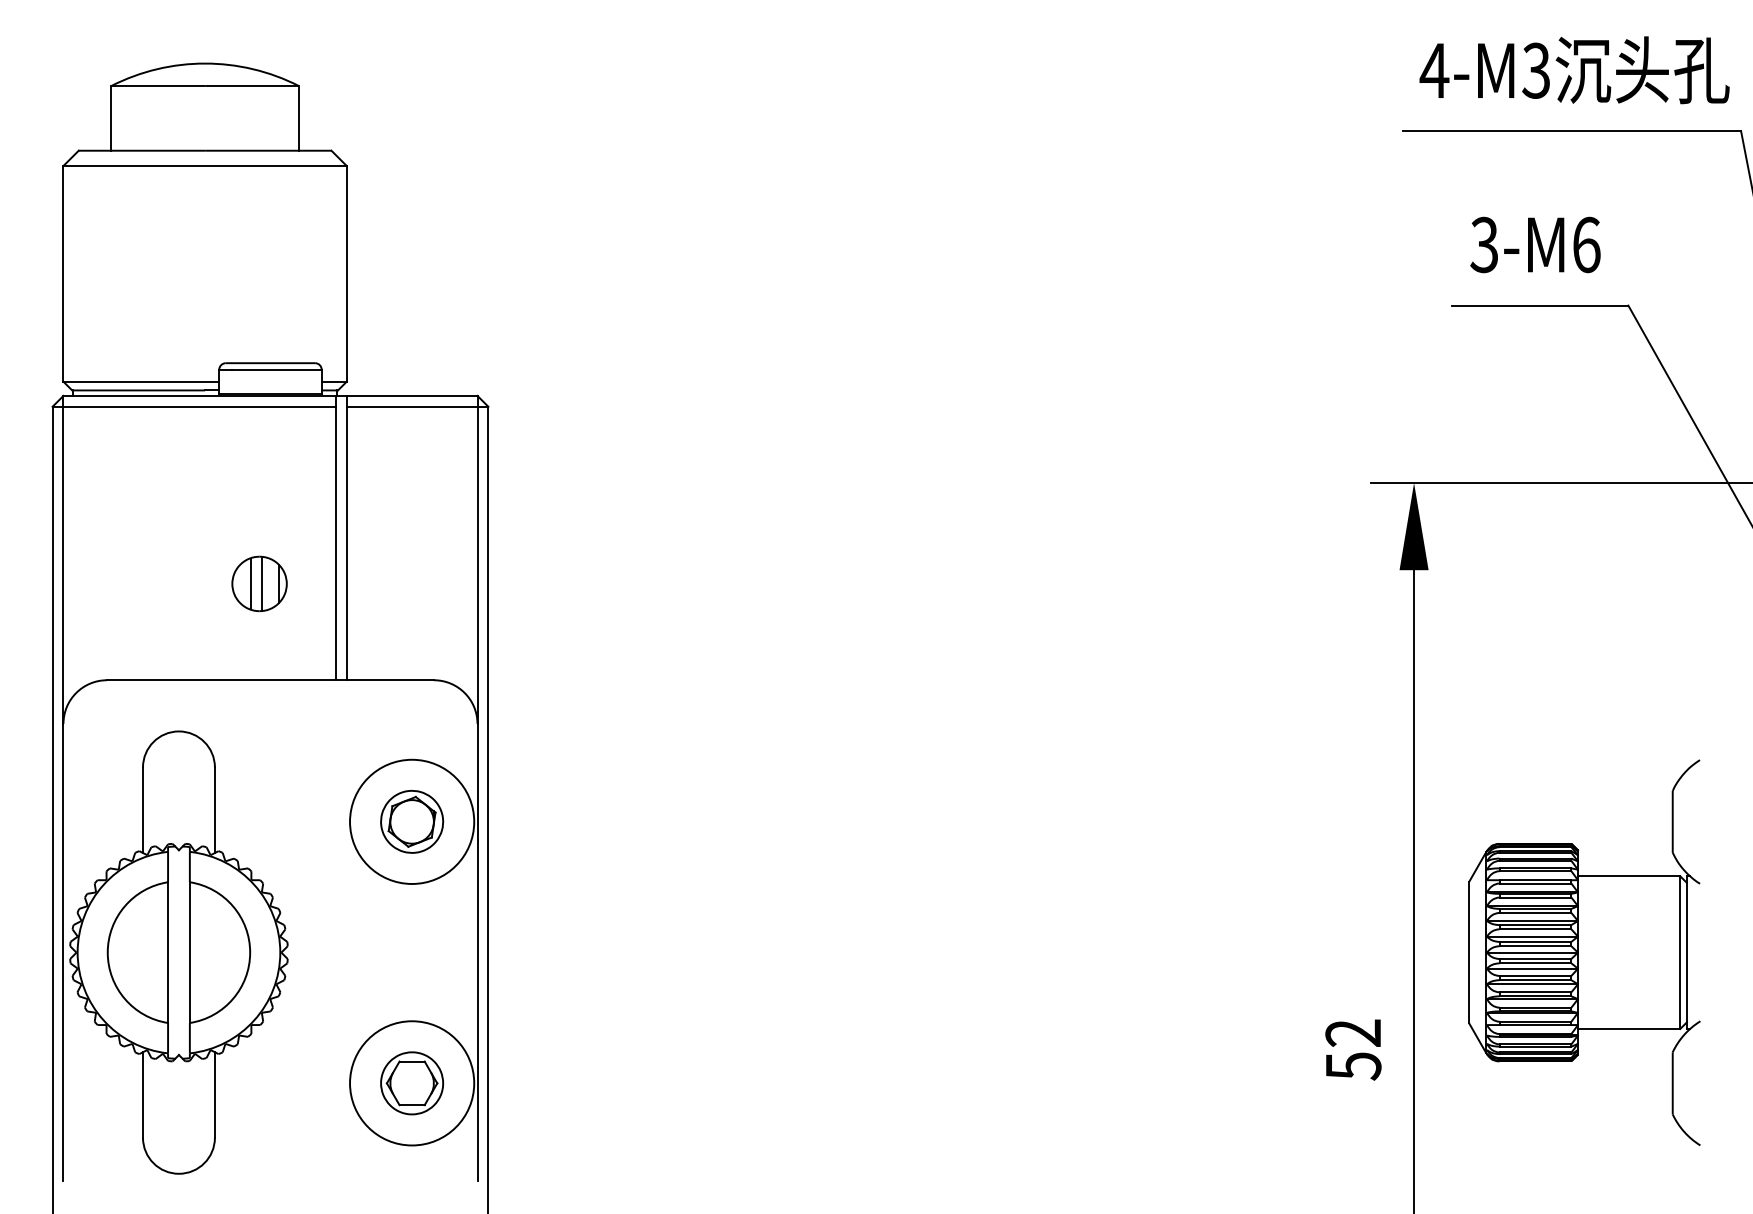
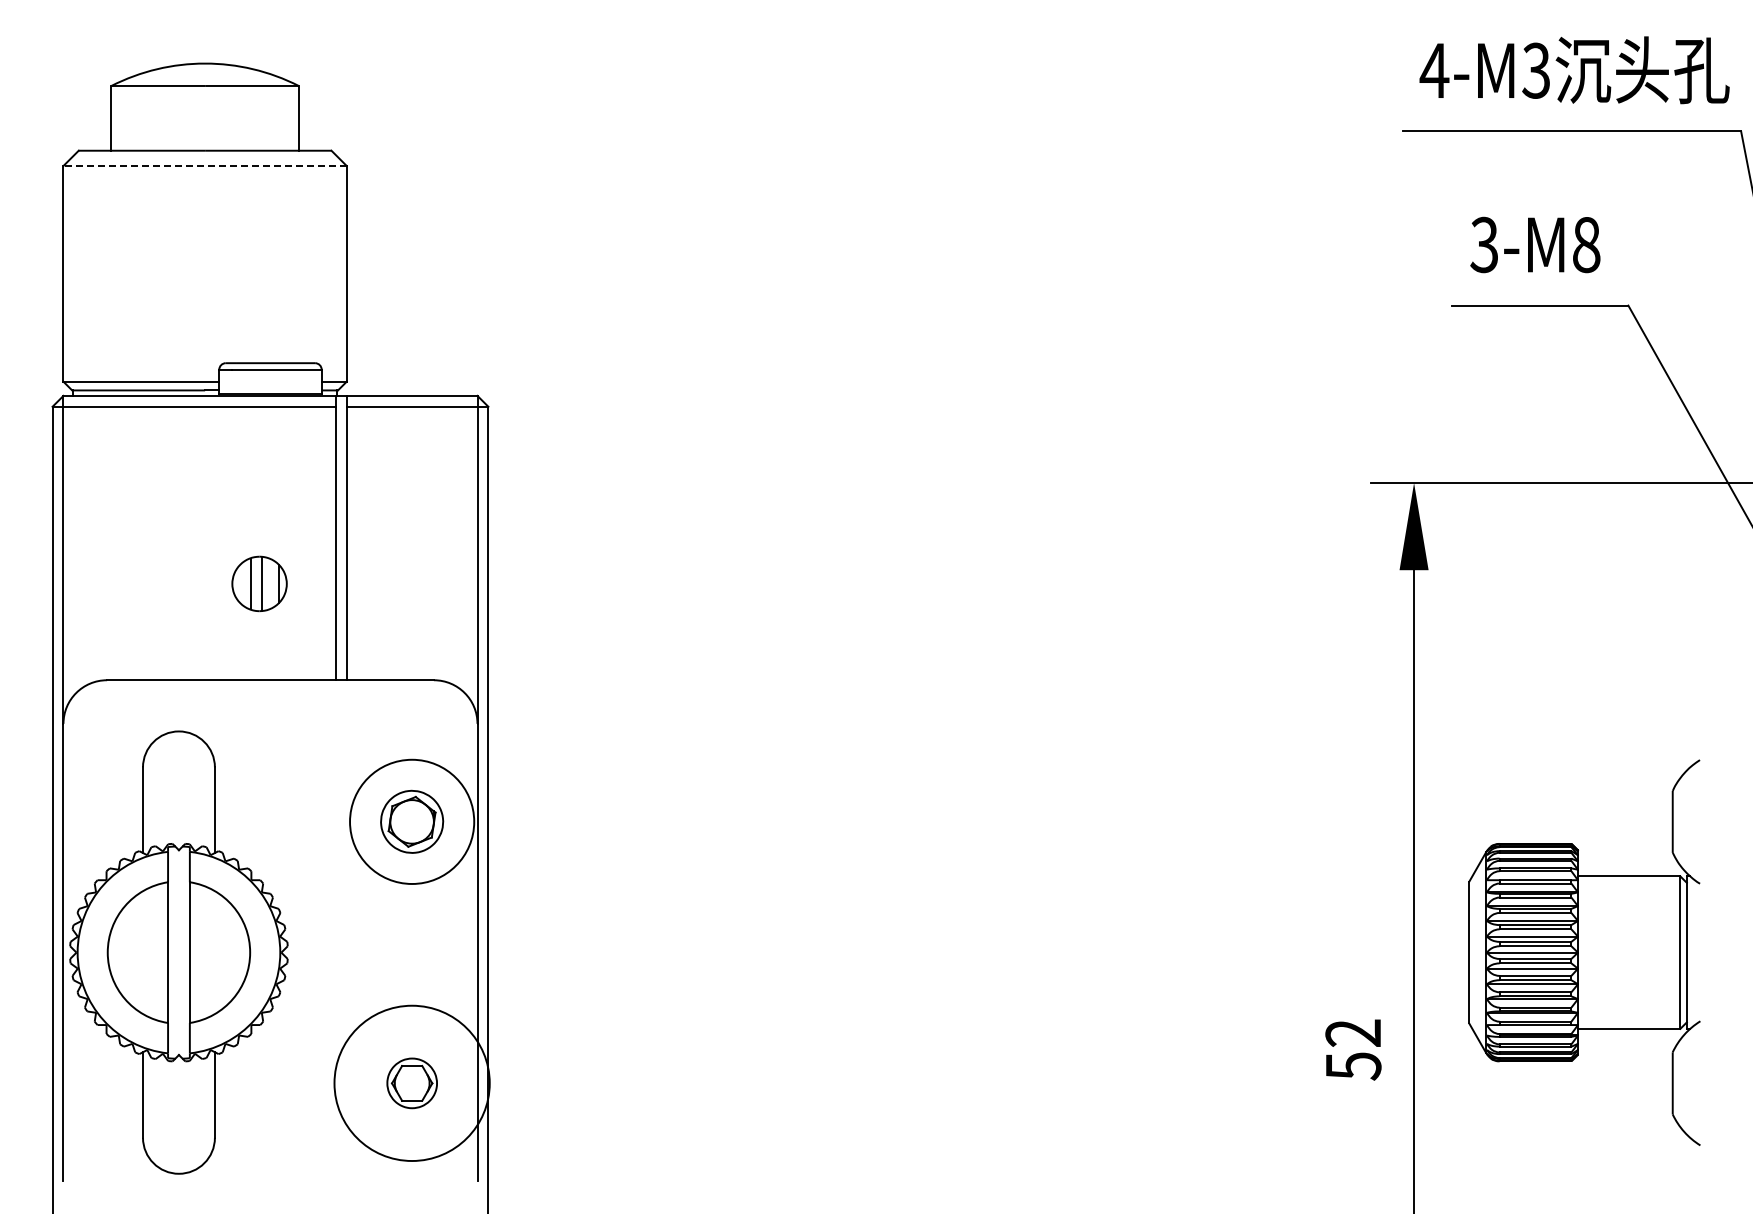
line at (205, 165): solid -> dashed
text at (1586, 244): 3-M6 -> 3-M8
circle at (412, 1083) diameter: 124 px -> 155 px
part at (412, 1083) size: 65x65 px -> 52x53 px
